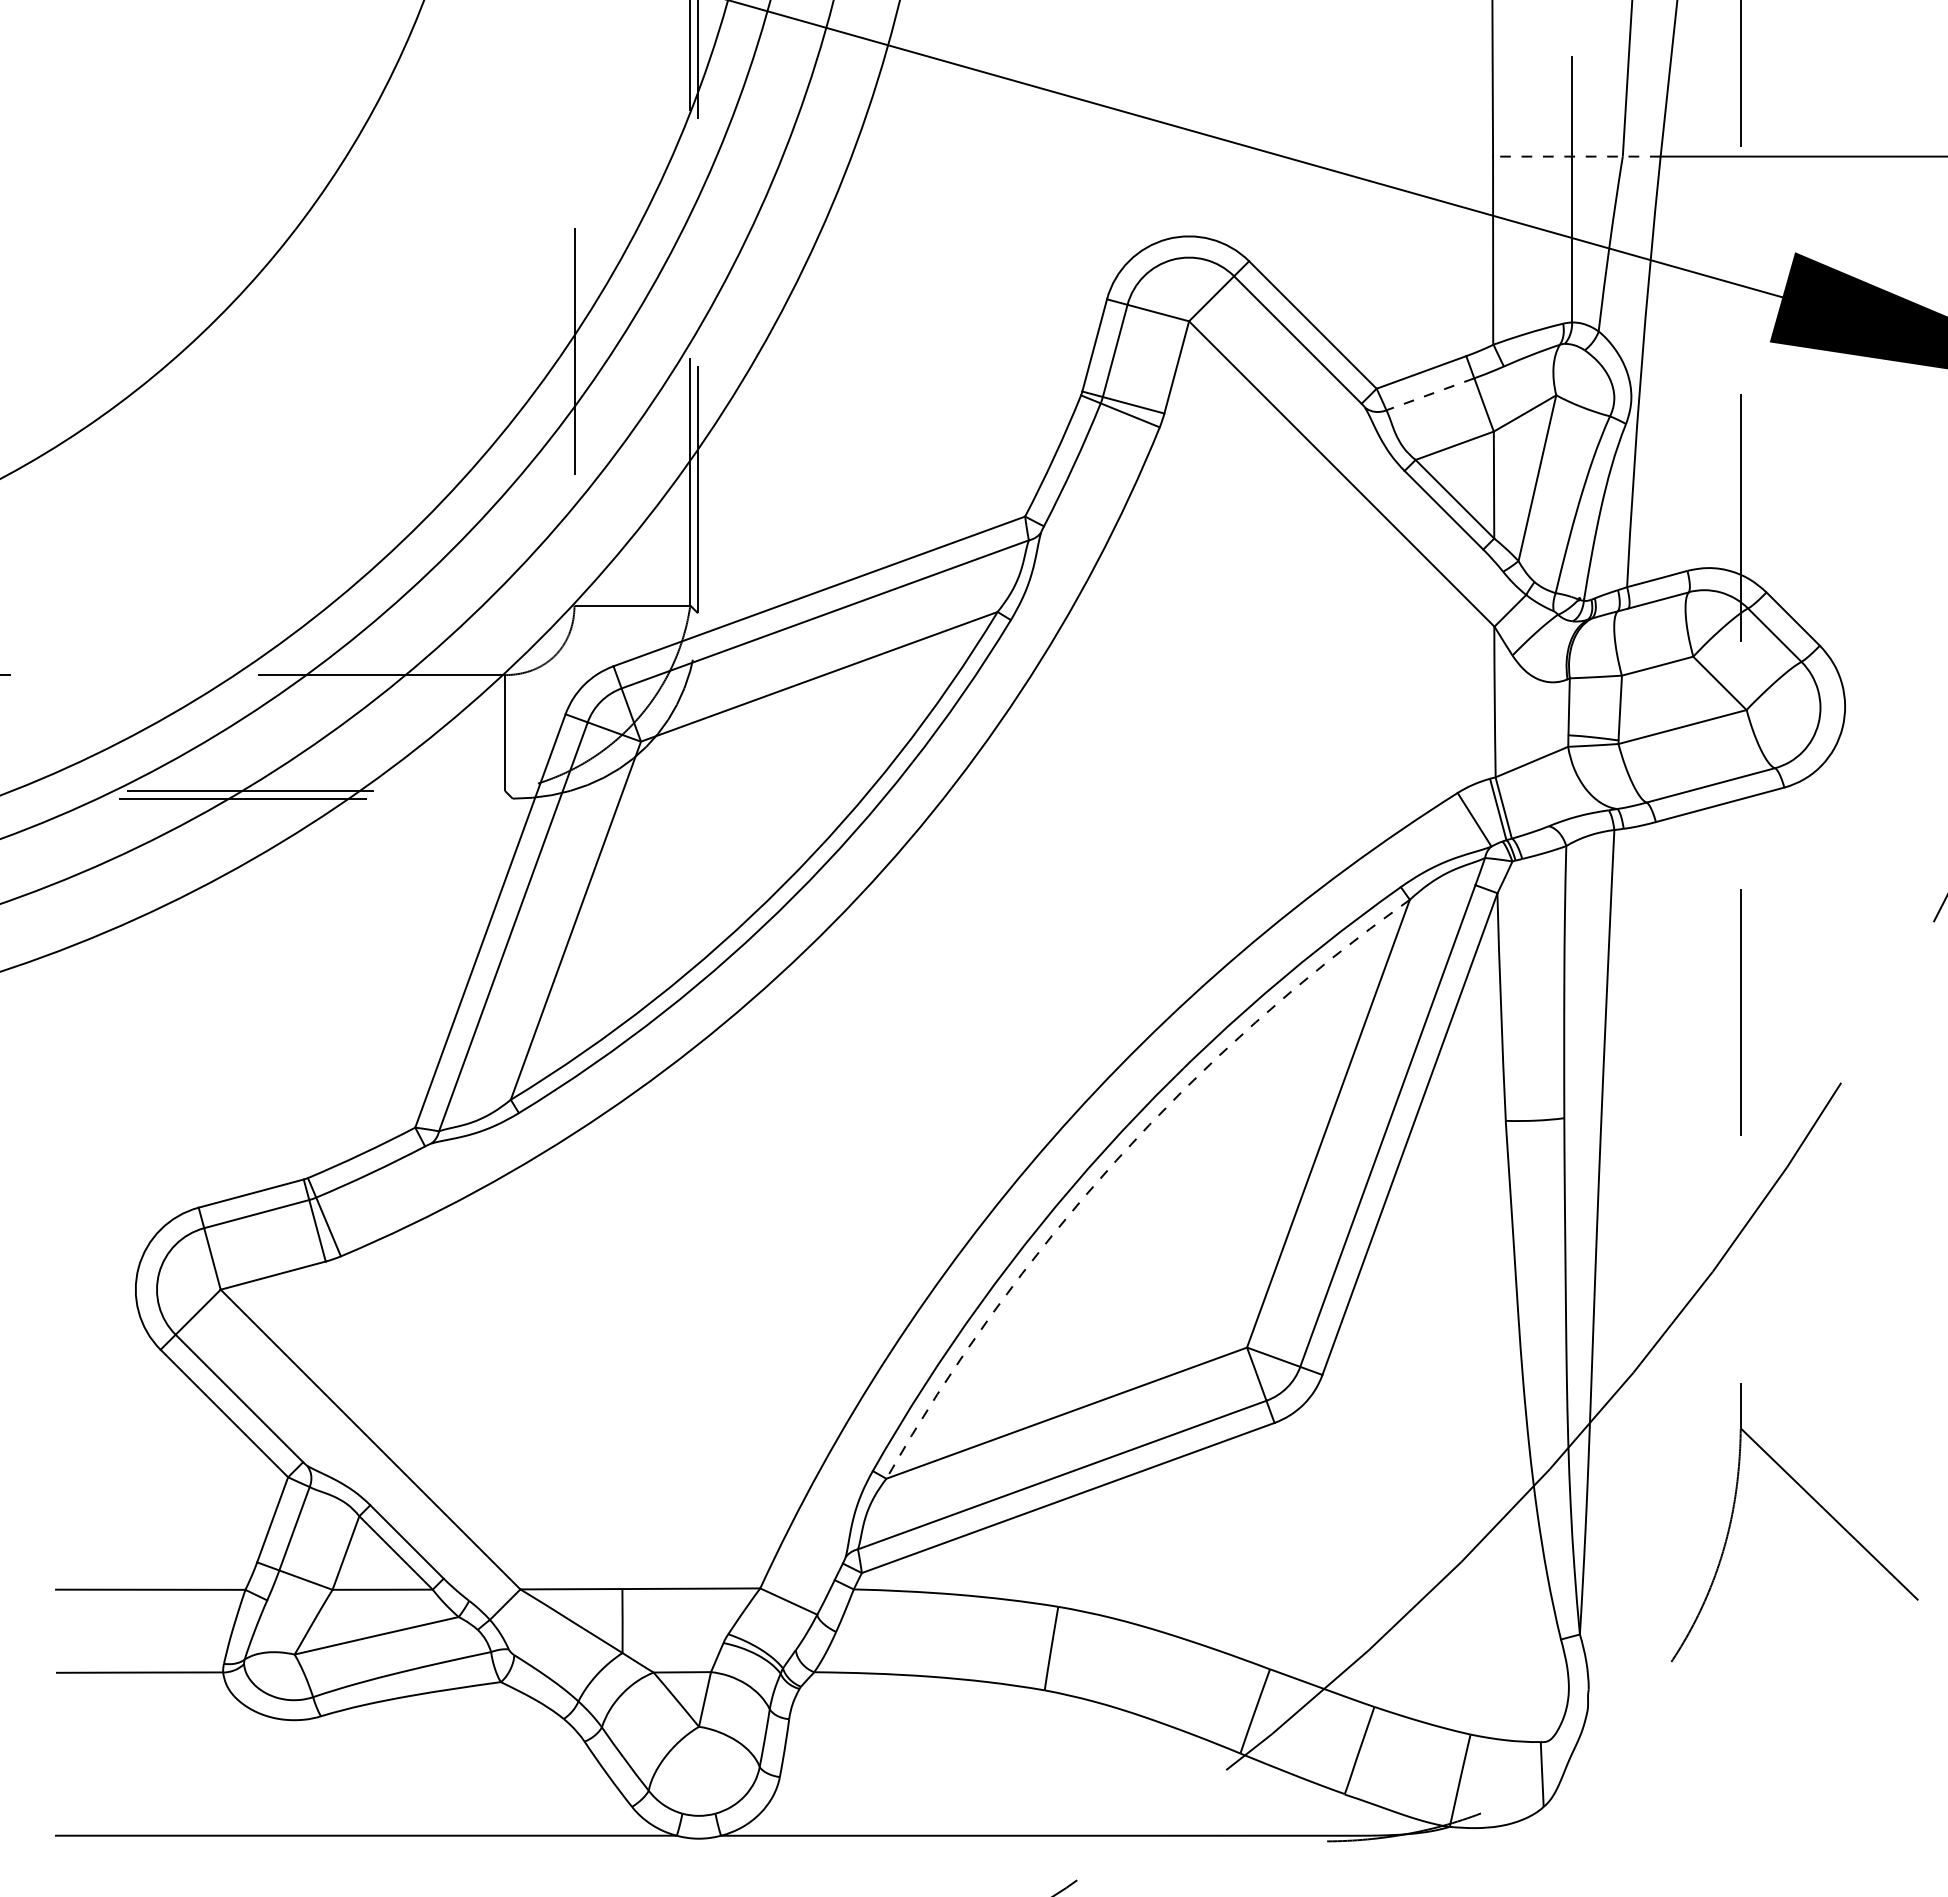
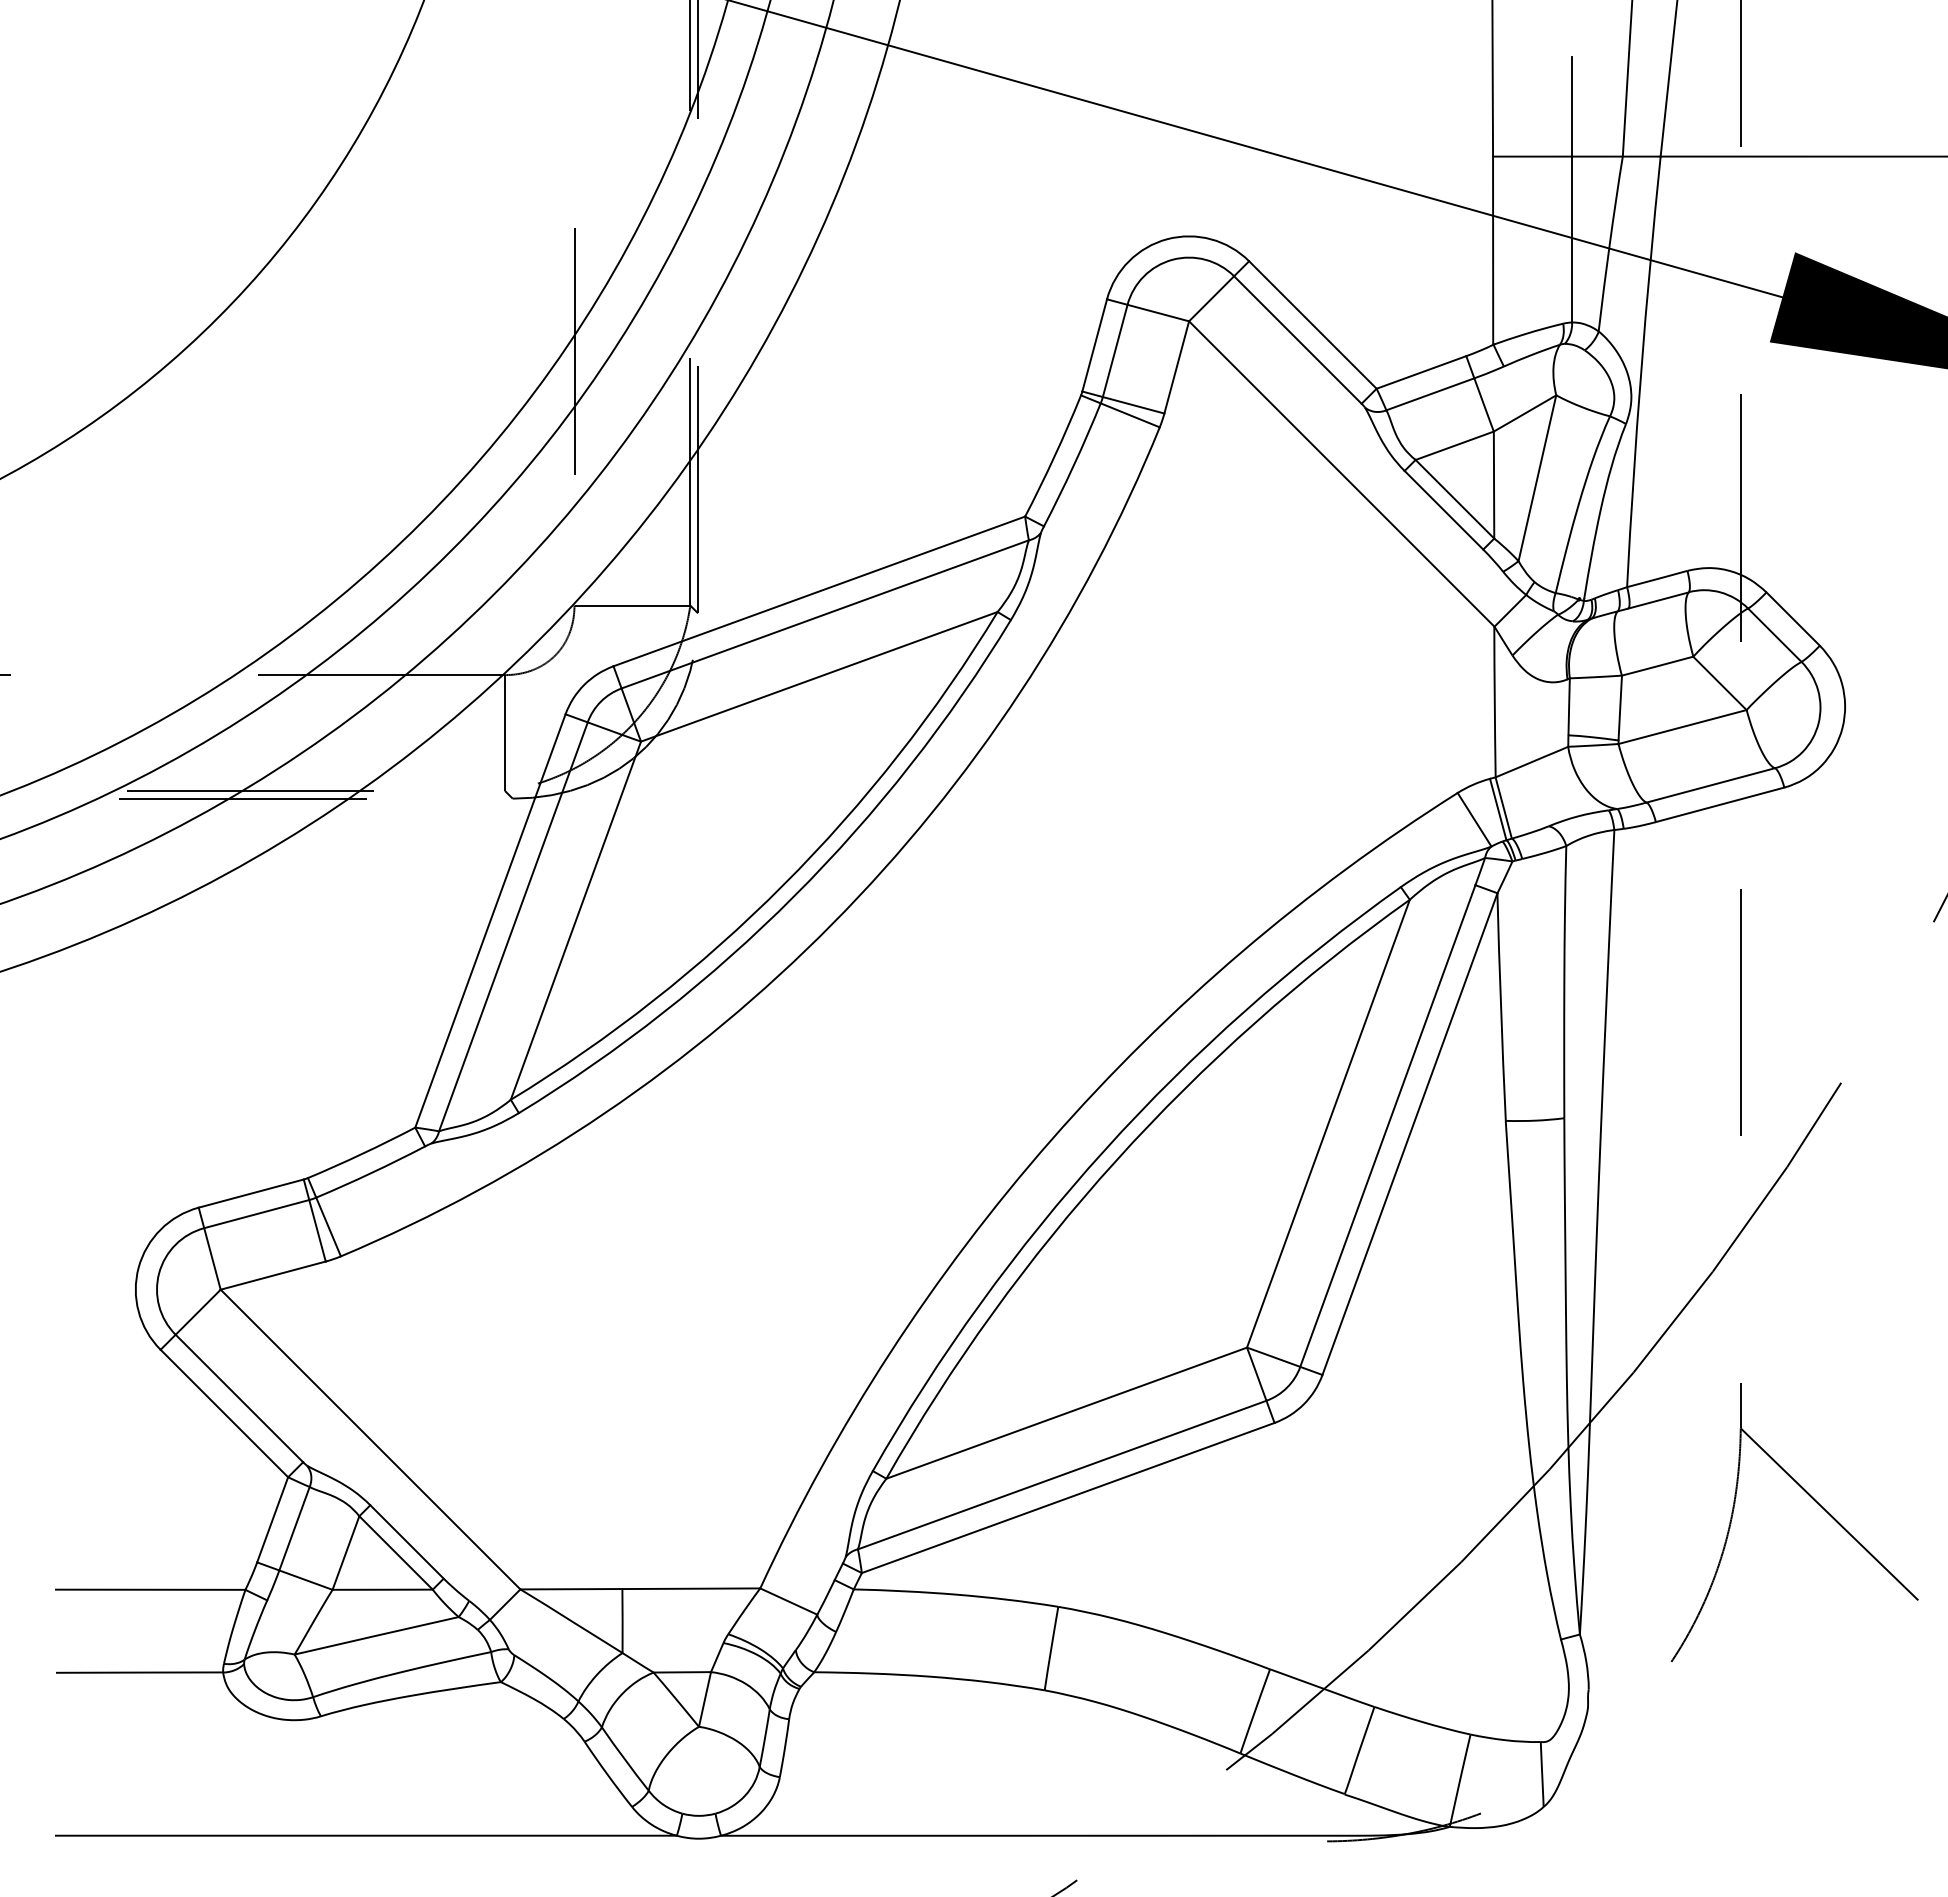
line at (1576, 156): dashed -> solid
line at (1430, 394): dashed -> solid
arc at (1116, 1160): dashed -> solid
